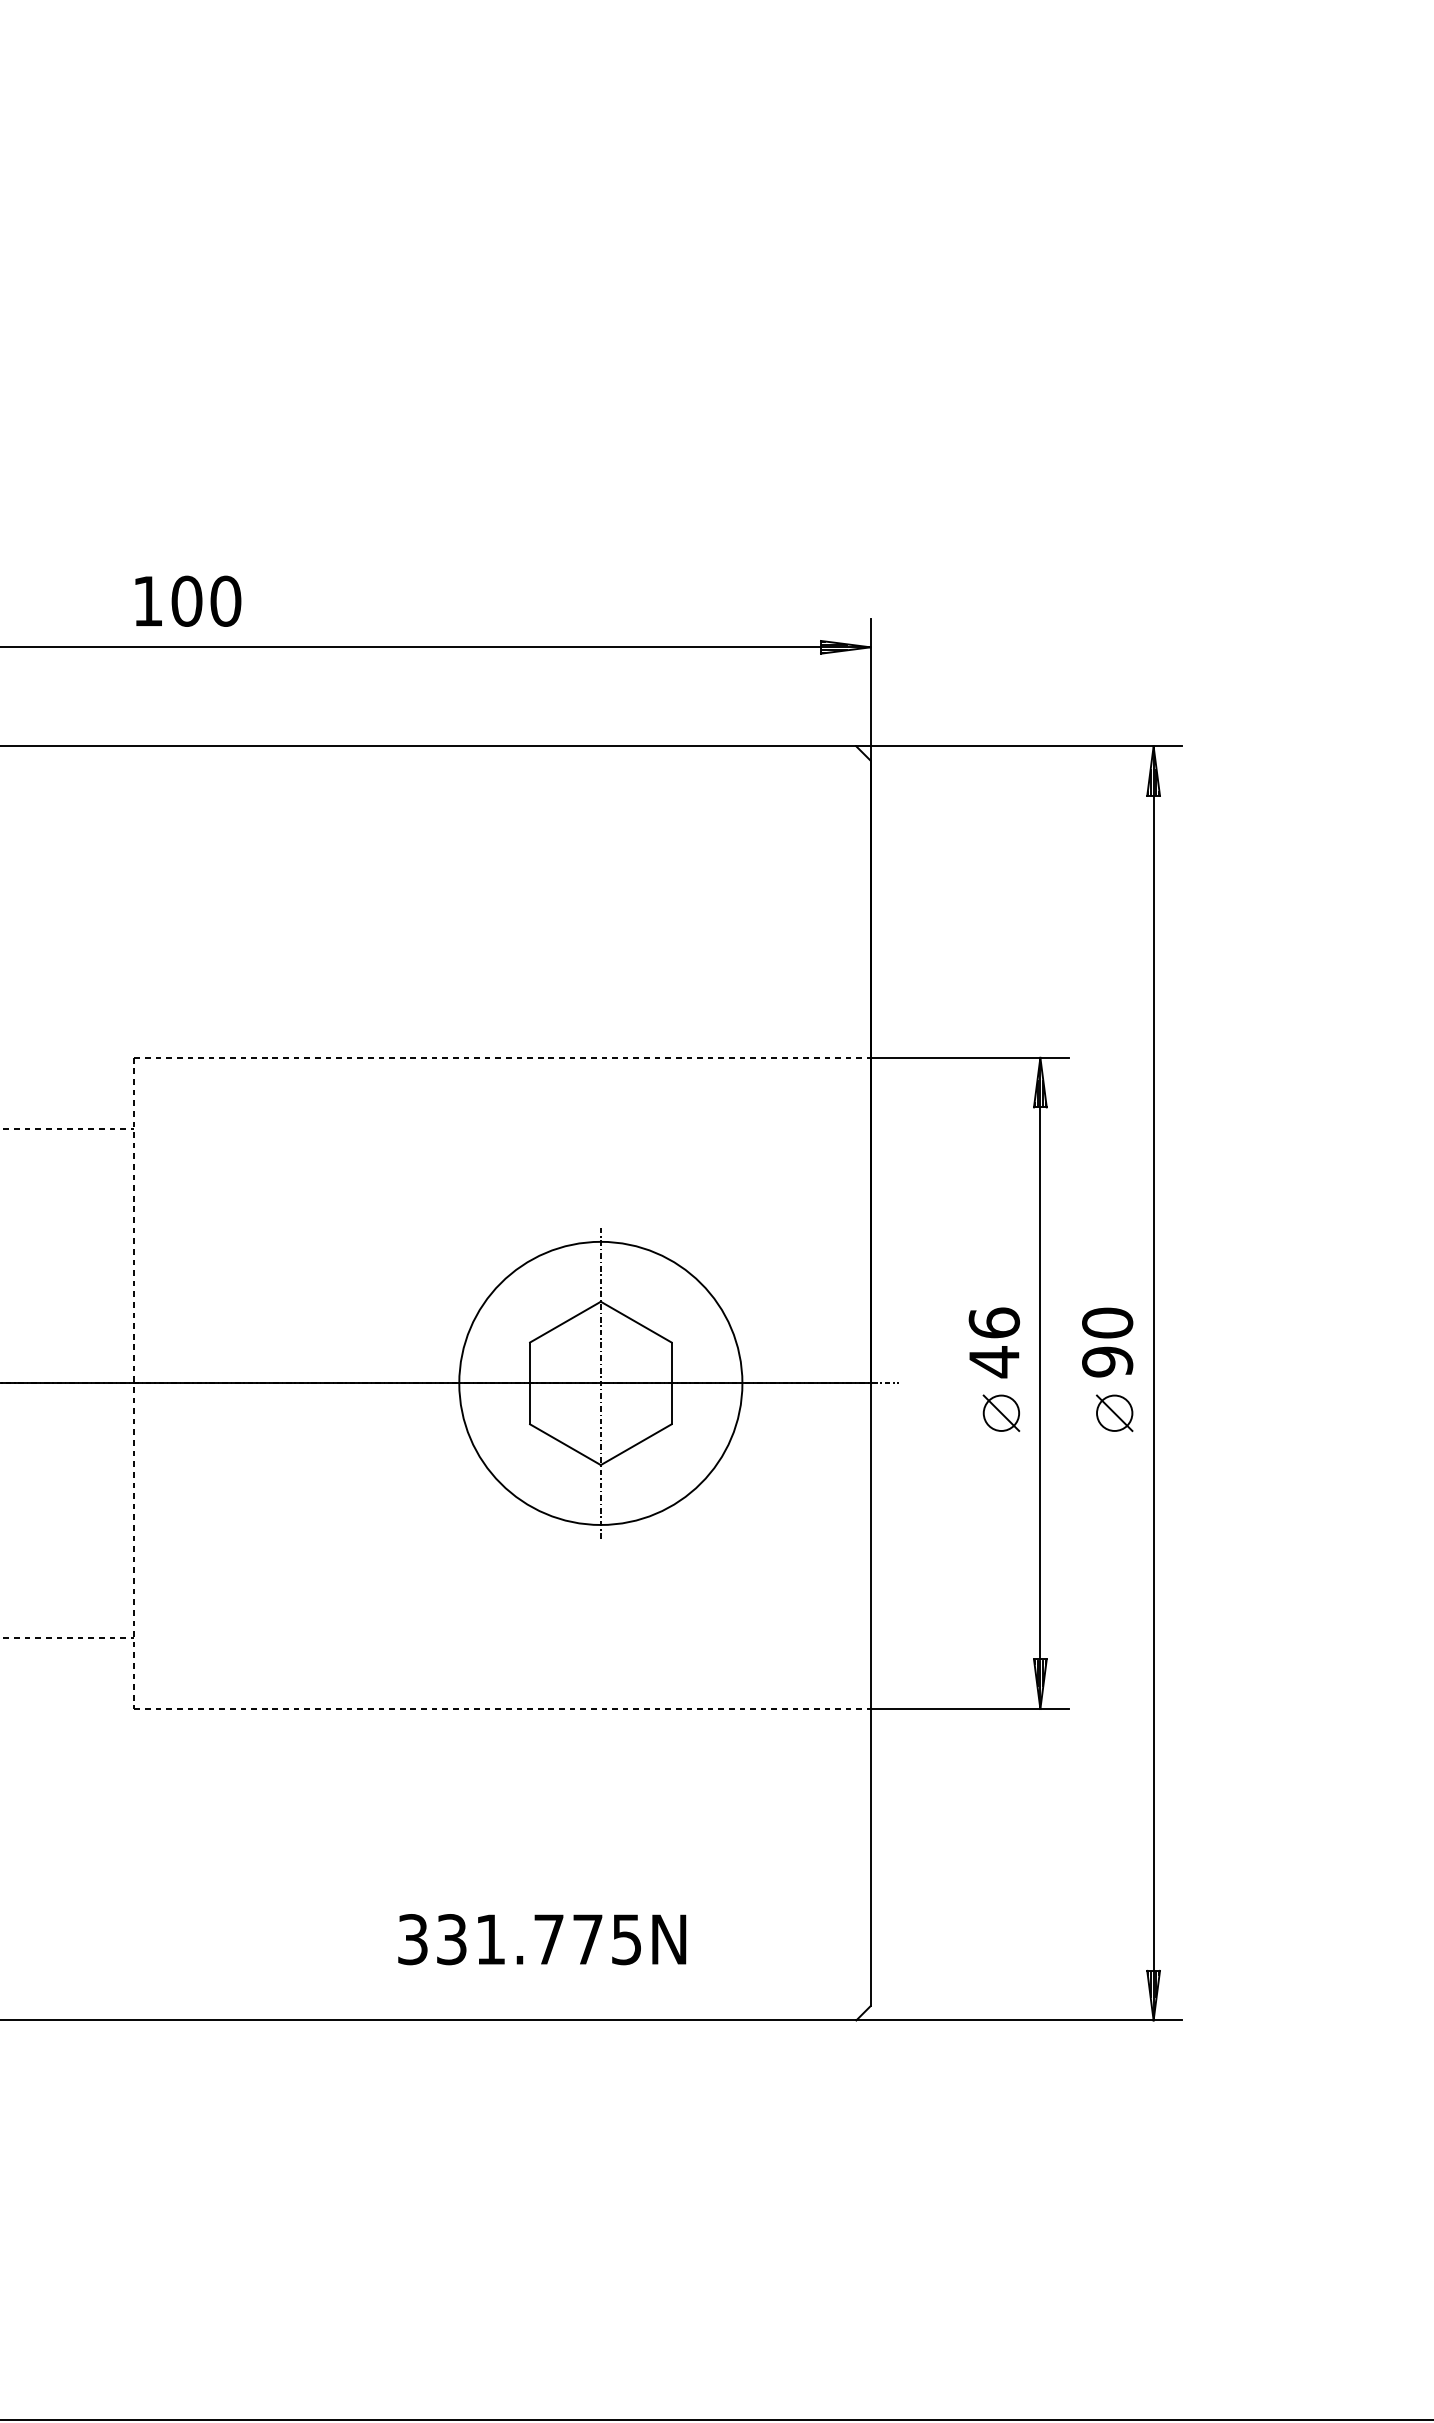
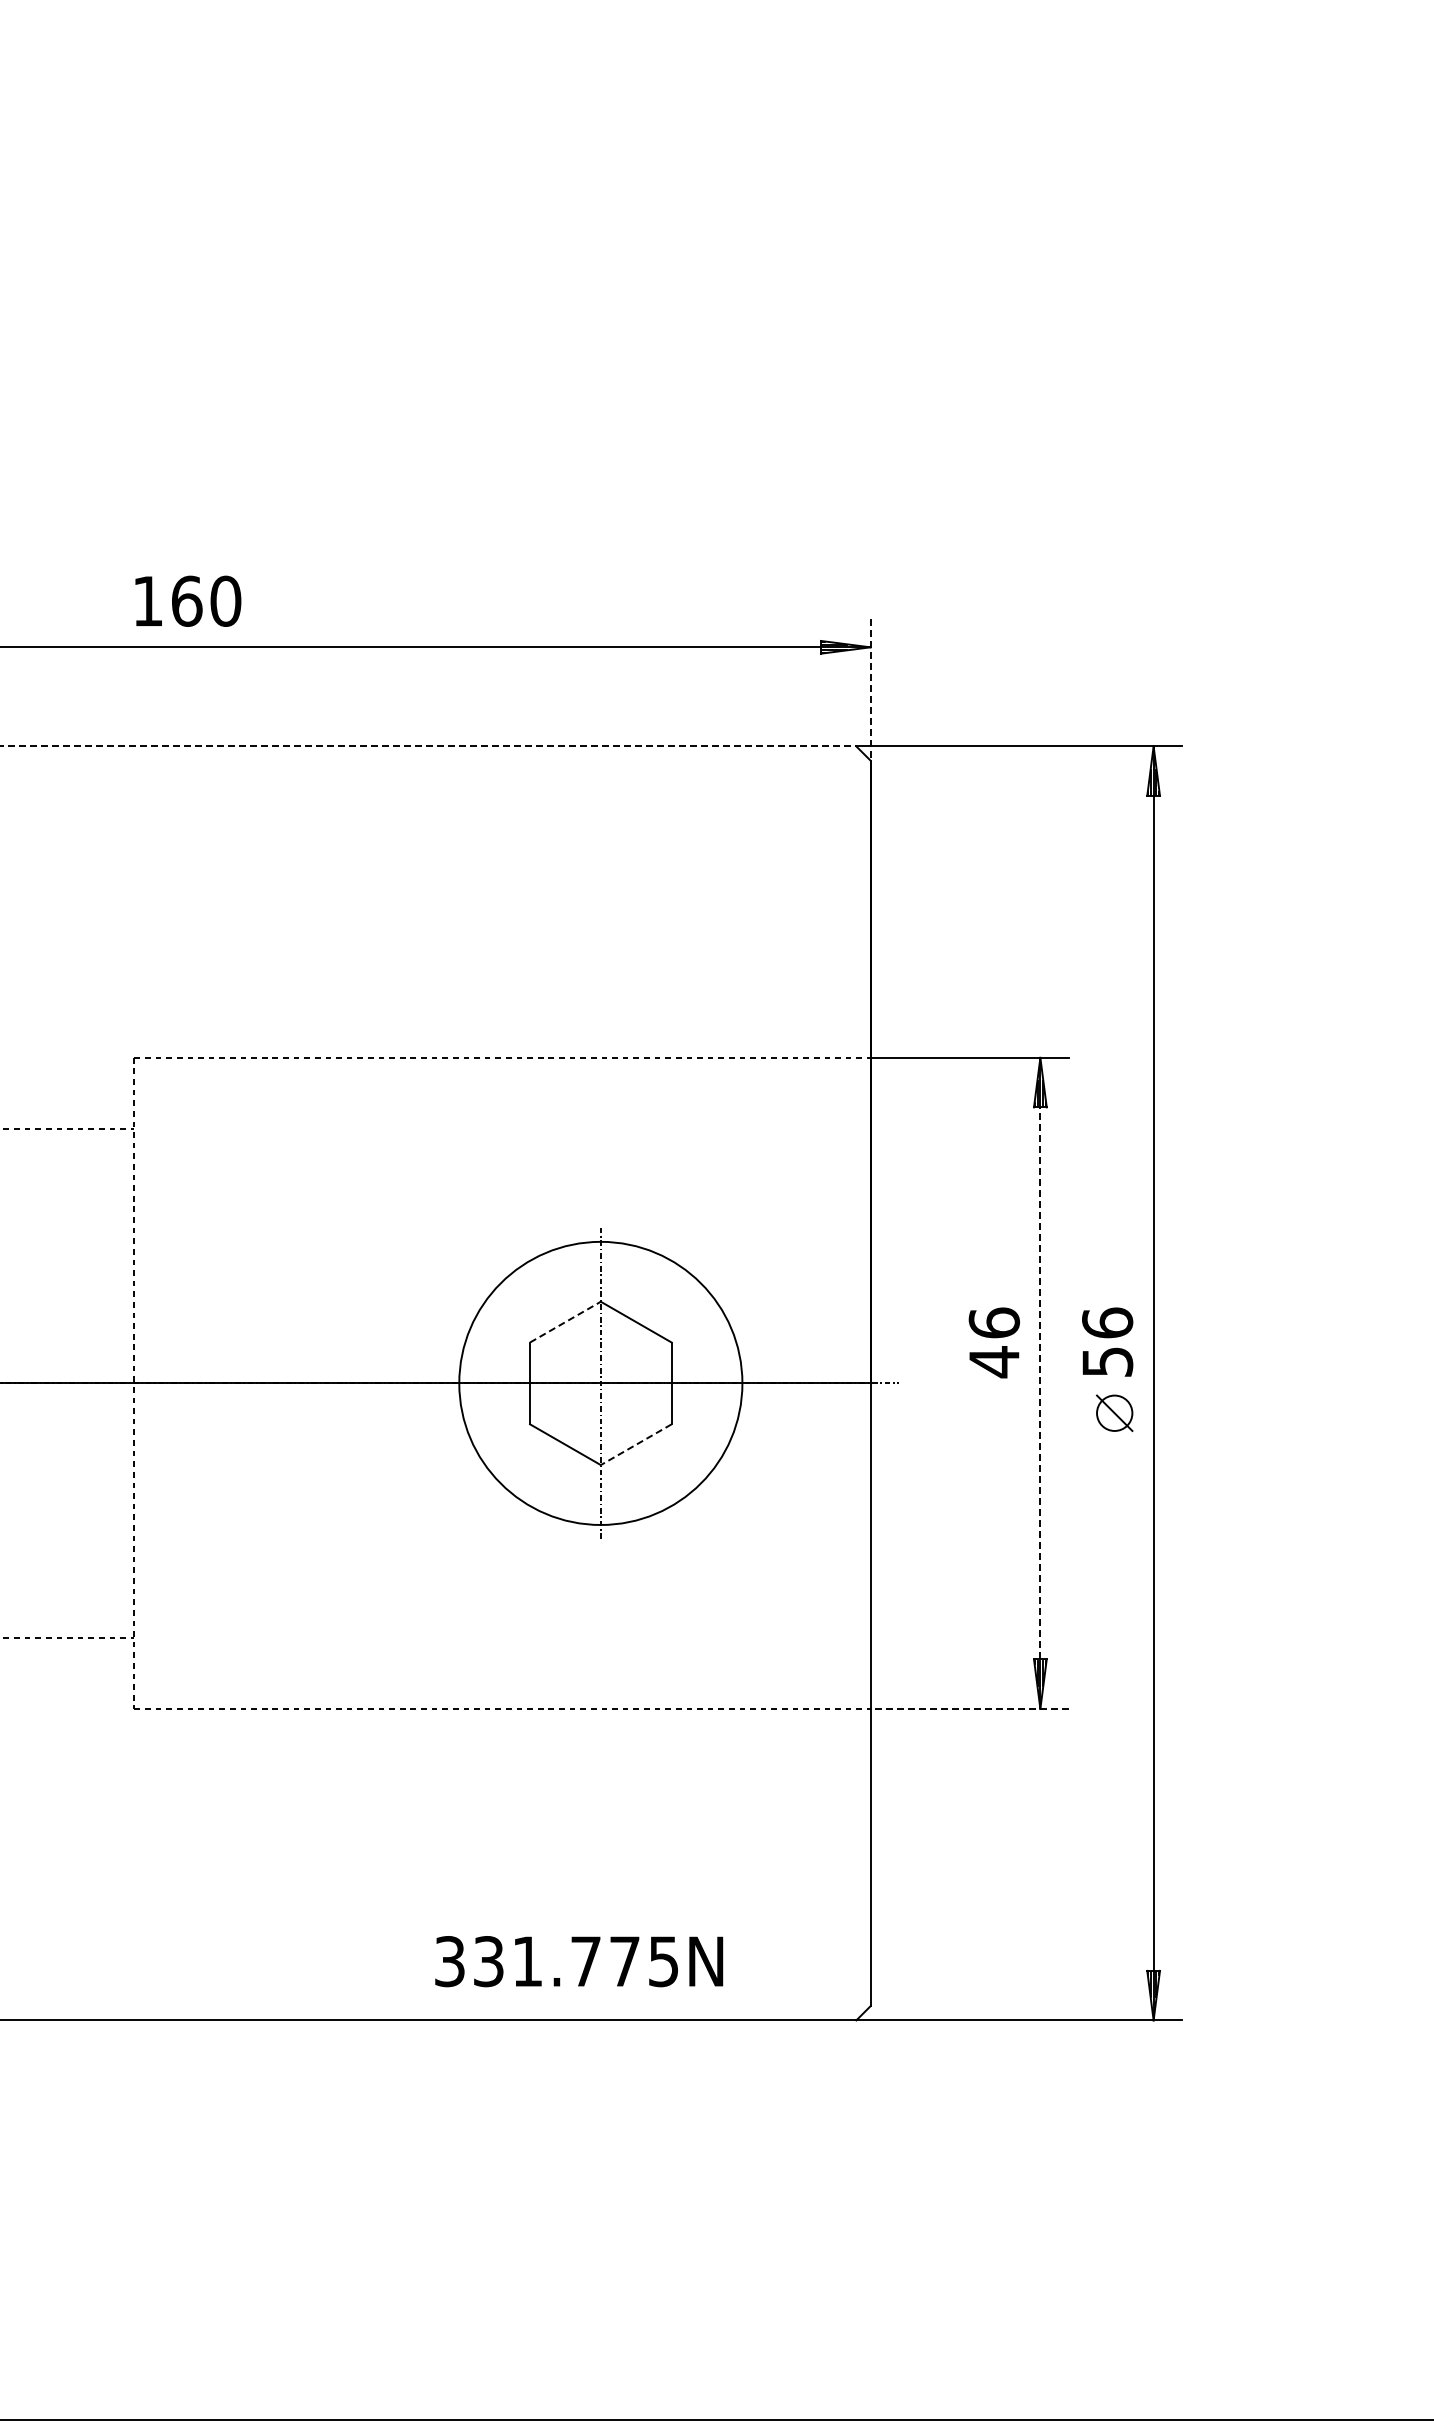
text at (186, 600): 100 -> 160
line at (870, 689): solid -> dashed
line at (428, 746): solid -> dashed
line at (565, 1322): solid -> dashed
text at (1107, 1342): 90 -> 56
line at (1040, 1382): solid -> dashed
part at (1001, 1412): present -> none
line at (636, 1444): solid -> dashed
line at (969, 1709): solid -> dashed
text at (542, 1939) position: (542, 1939) -> (579, 1961)
